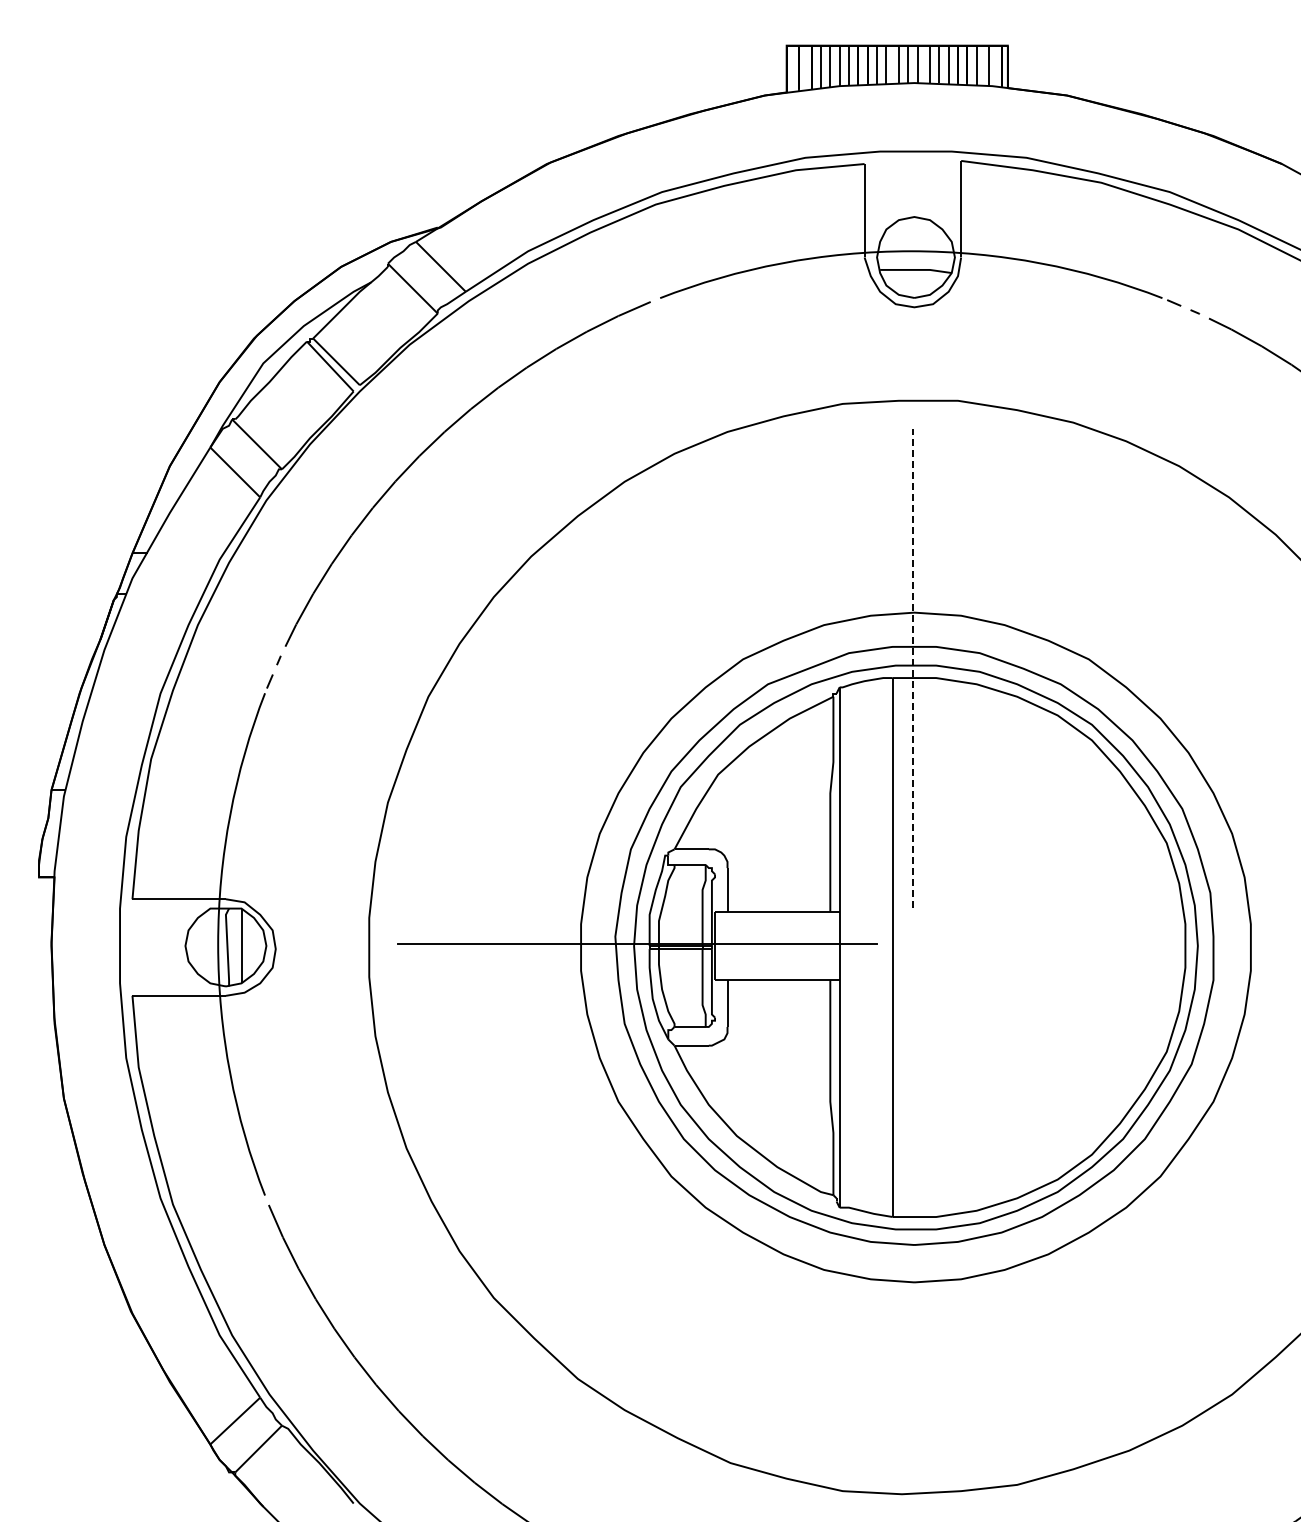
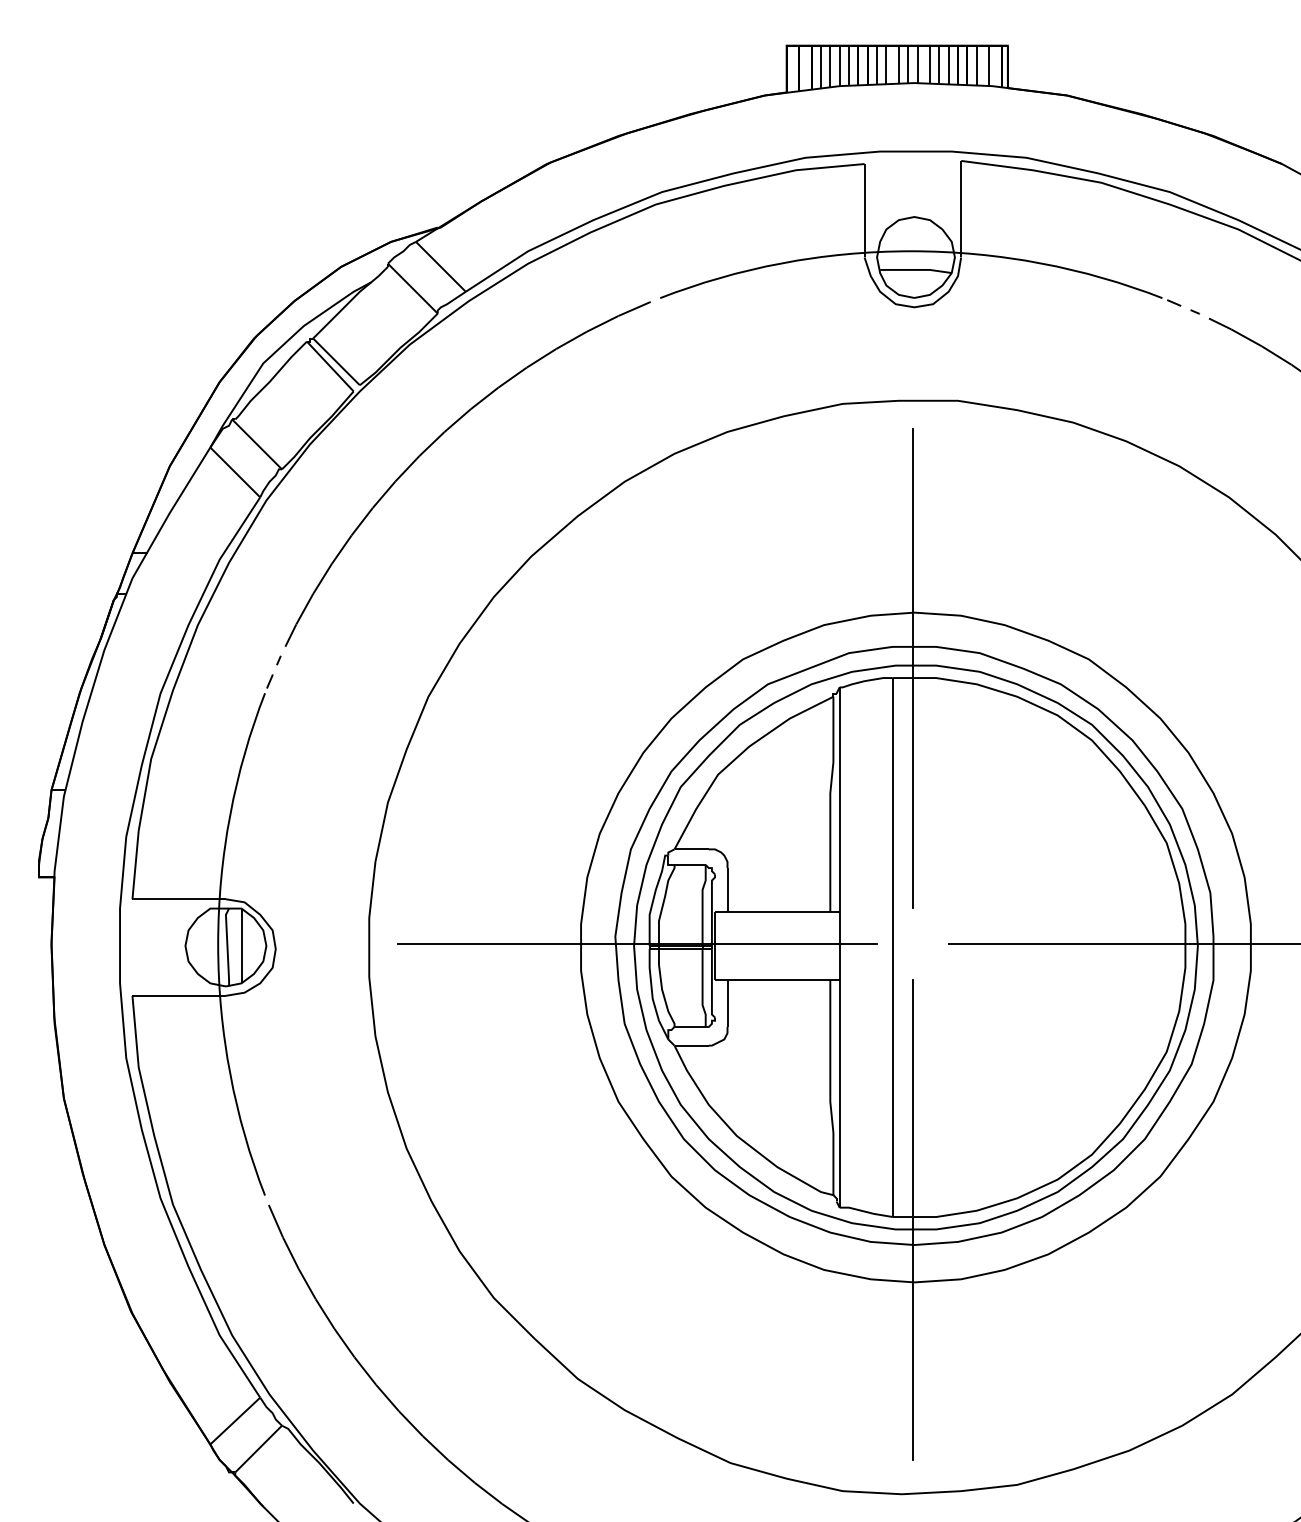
line at (912, 668): dashed -> solid
line at (1122, 944): none -> present
line at (912, 1219): none -> present
